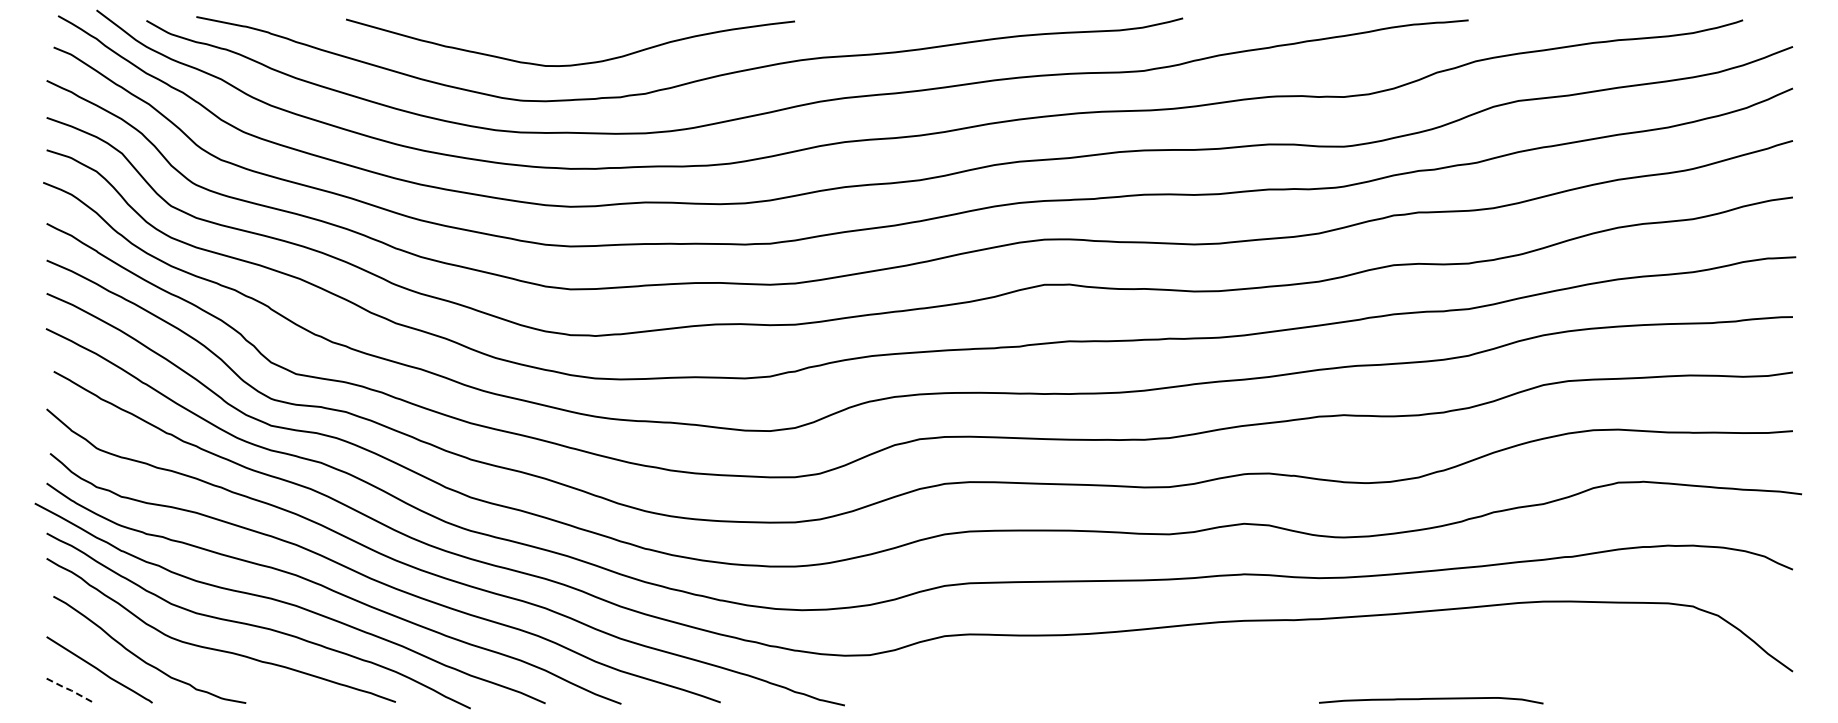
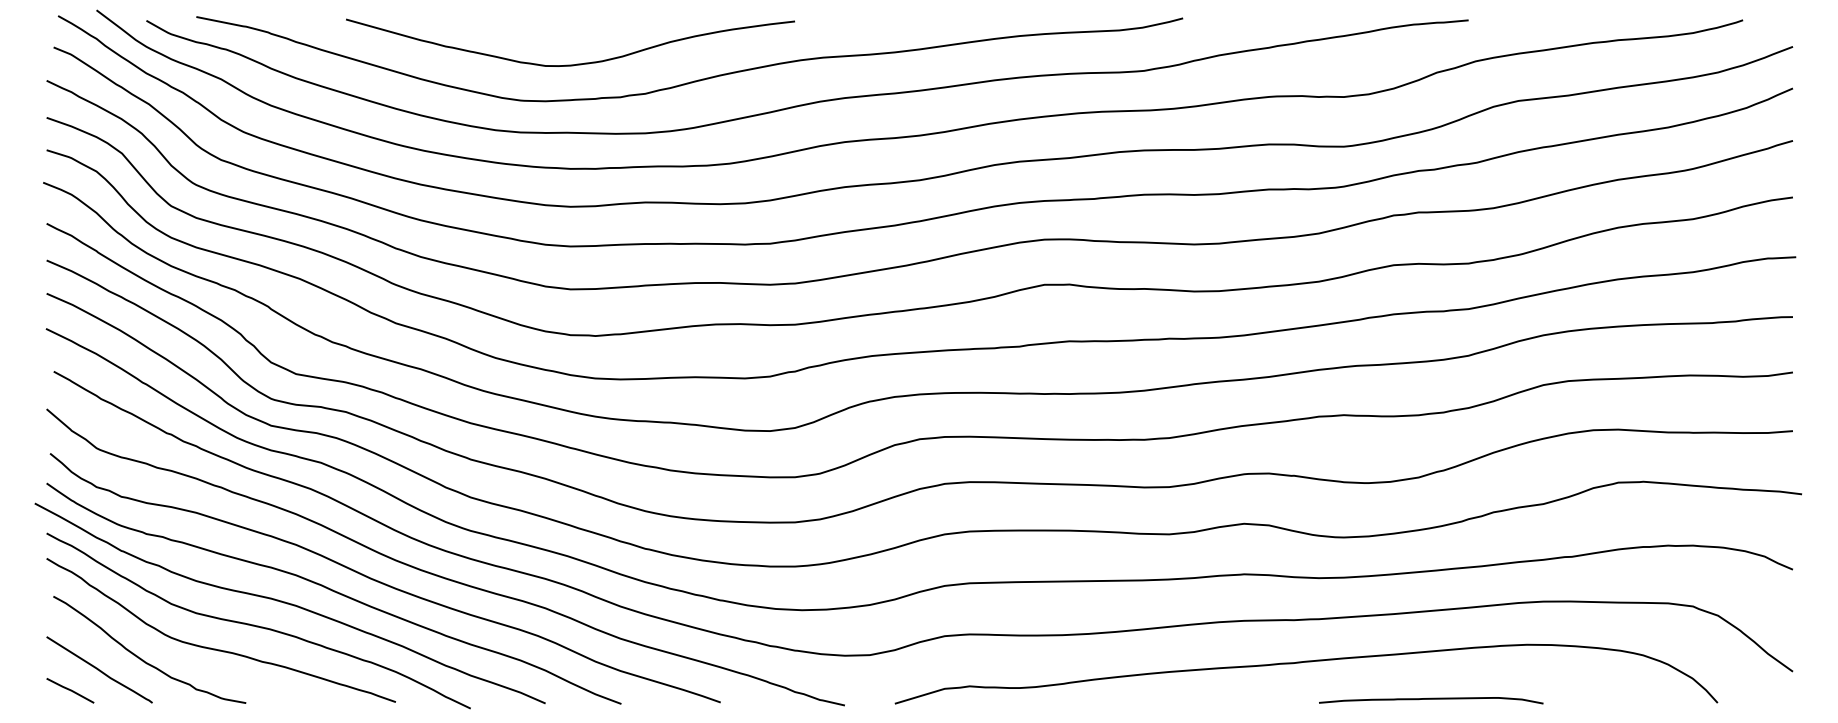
curve at (1306, 662): none -> present
line at (70, 690): dashed -> solid
